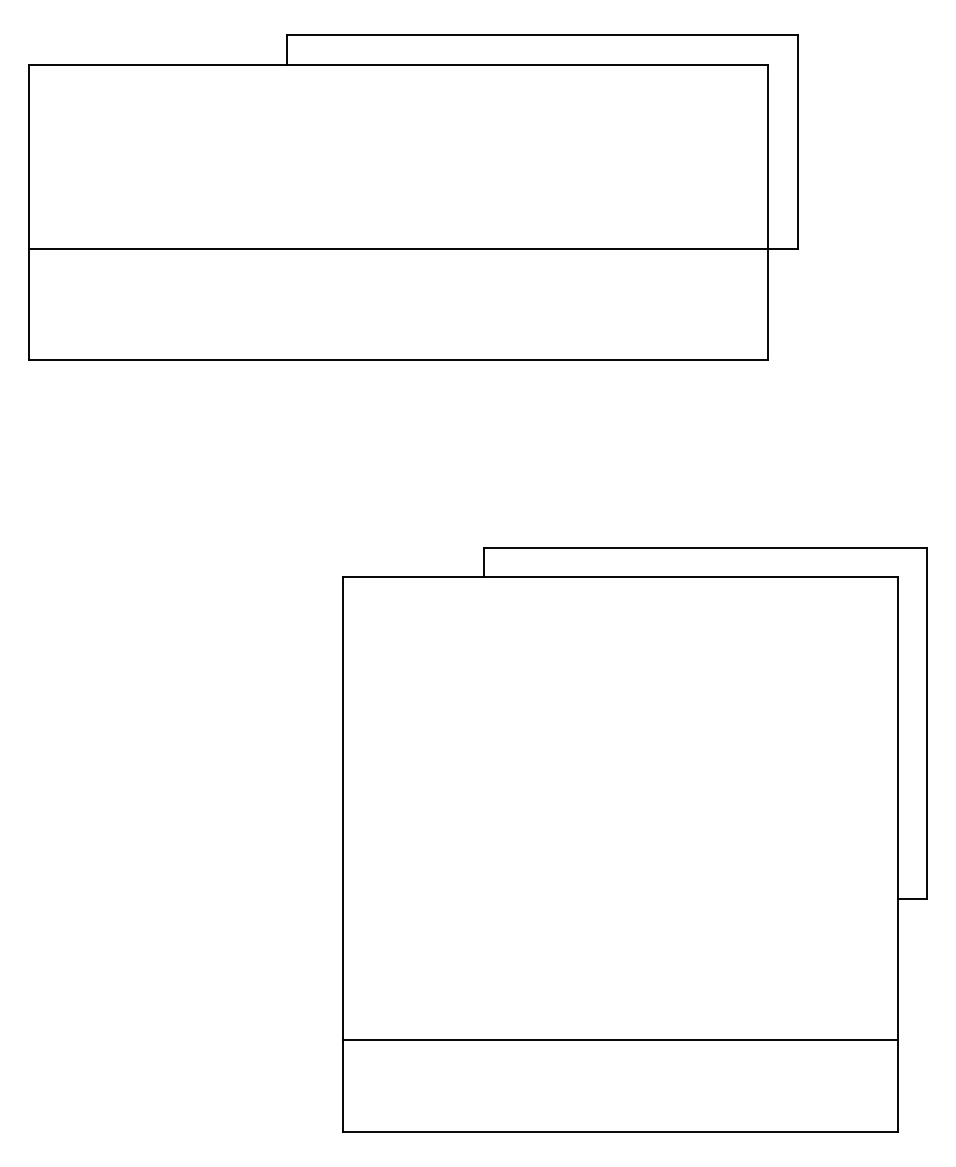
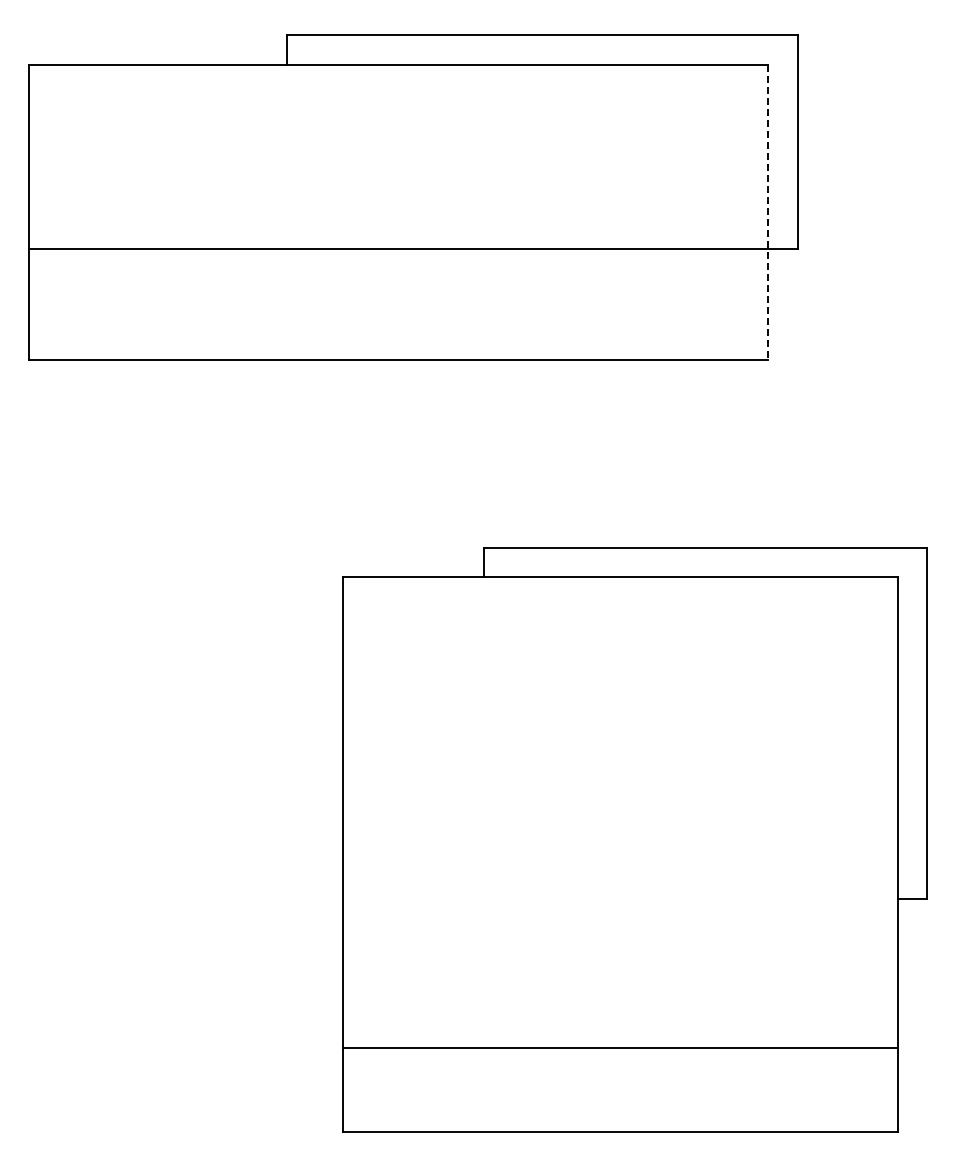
line at (768, 212): solid -> dashed
line at (620, 1039) position: (620, 1039) -> (620, 1047)
